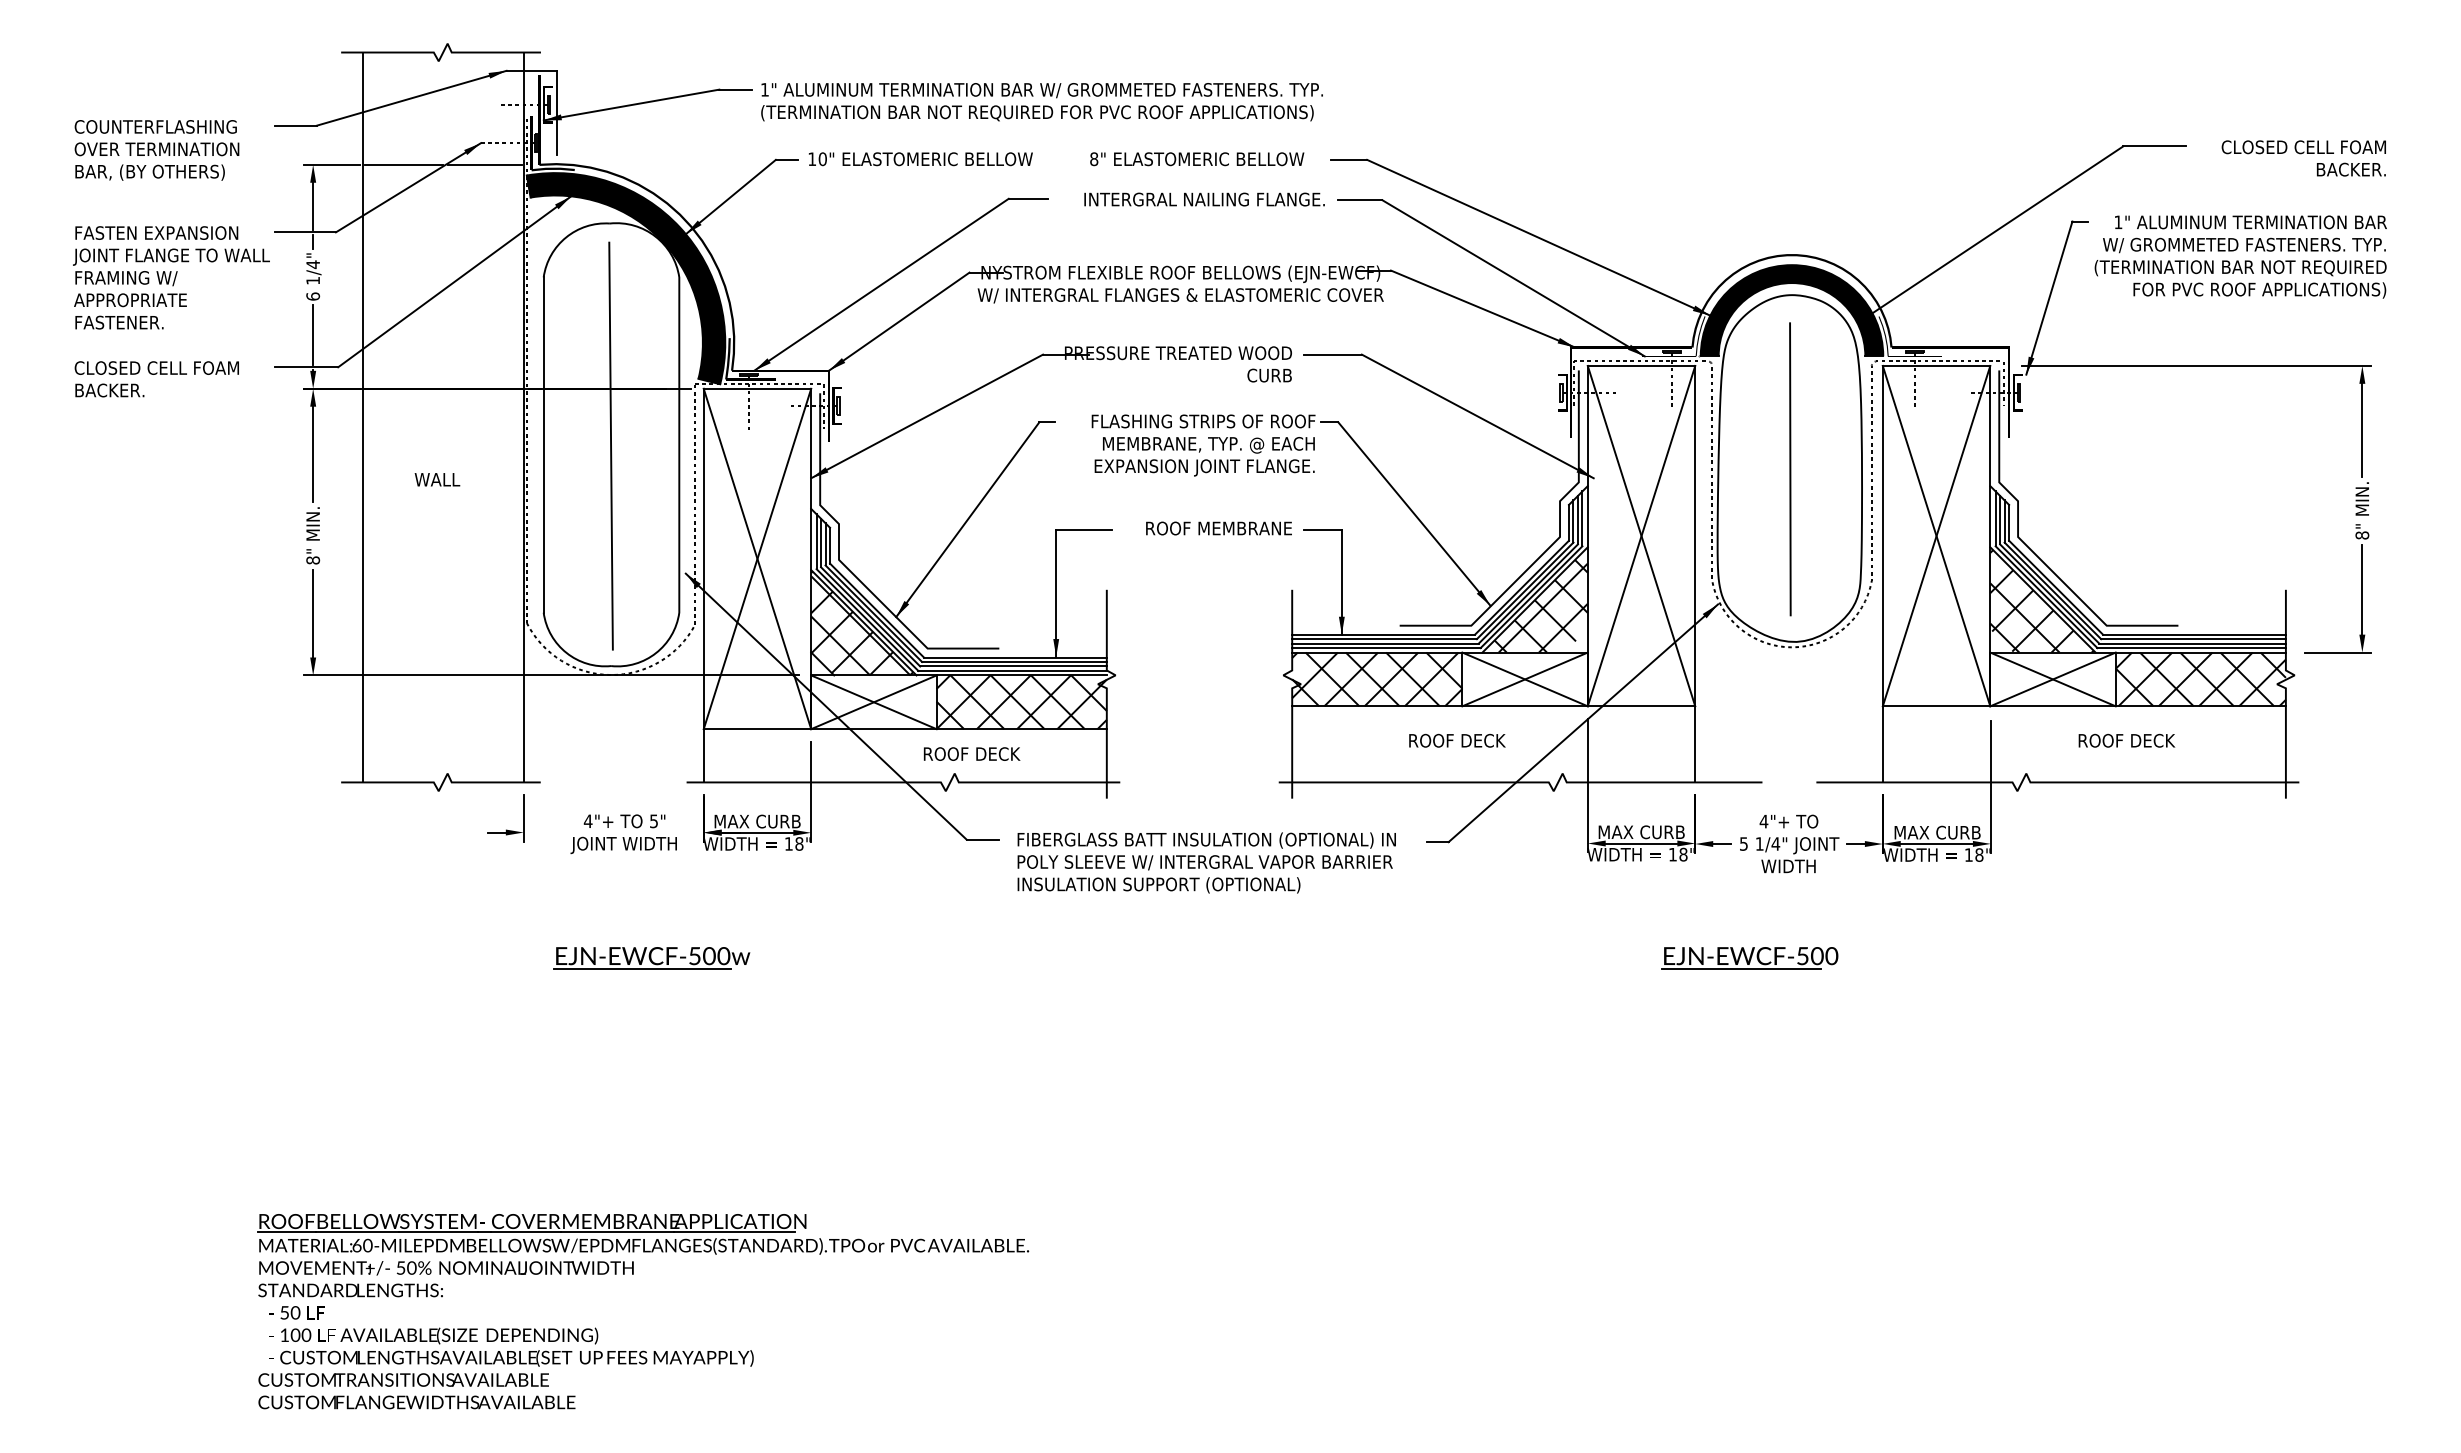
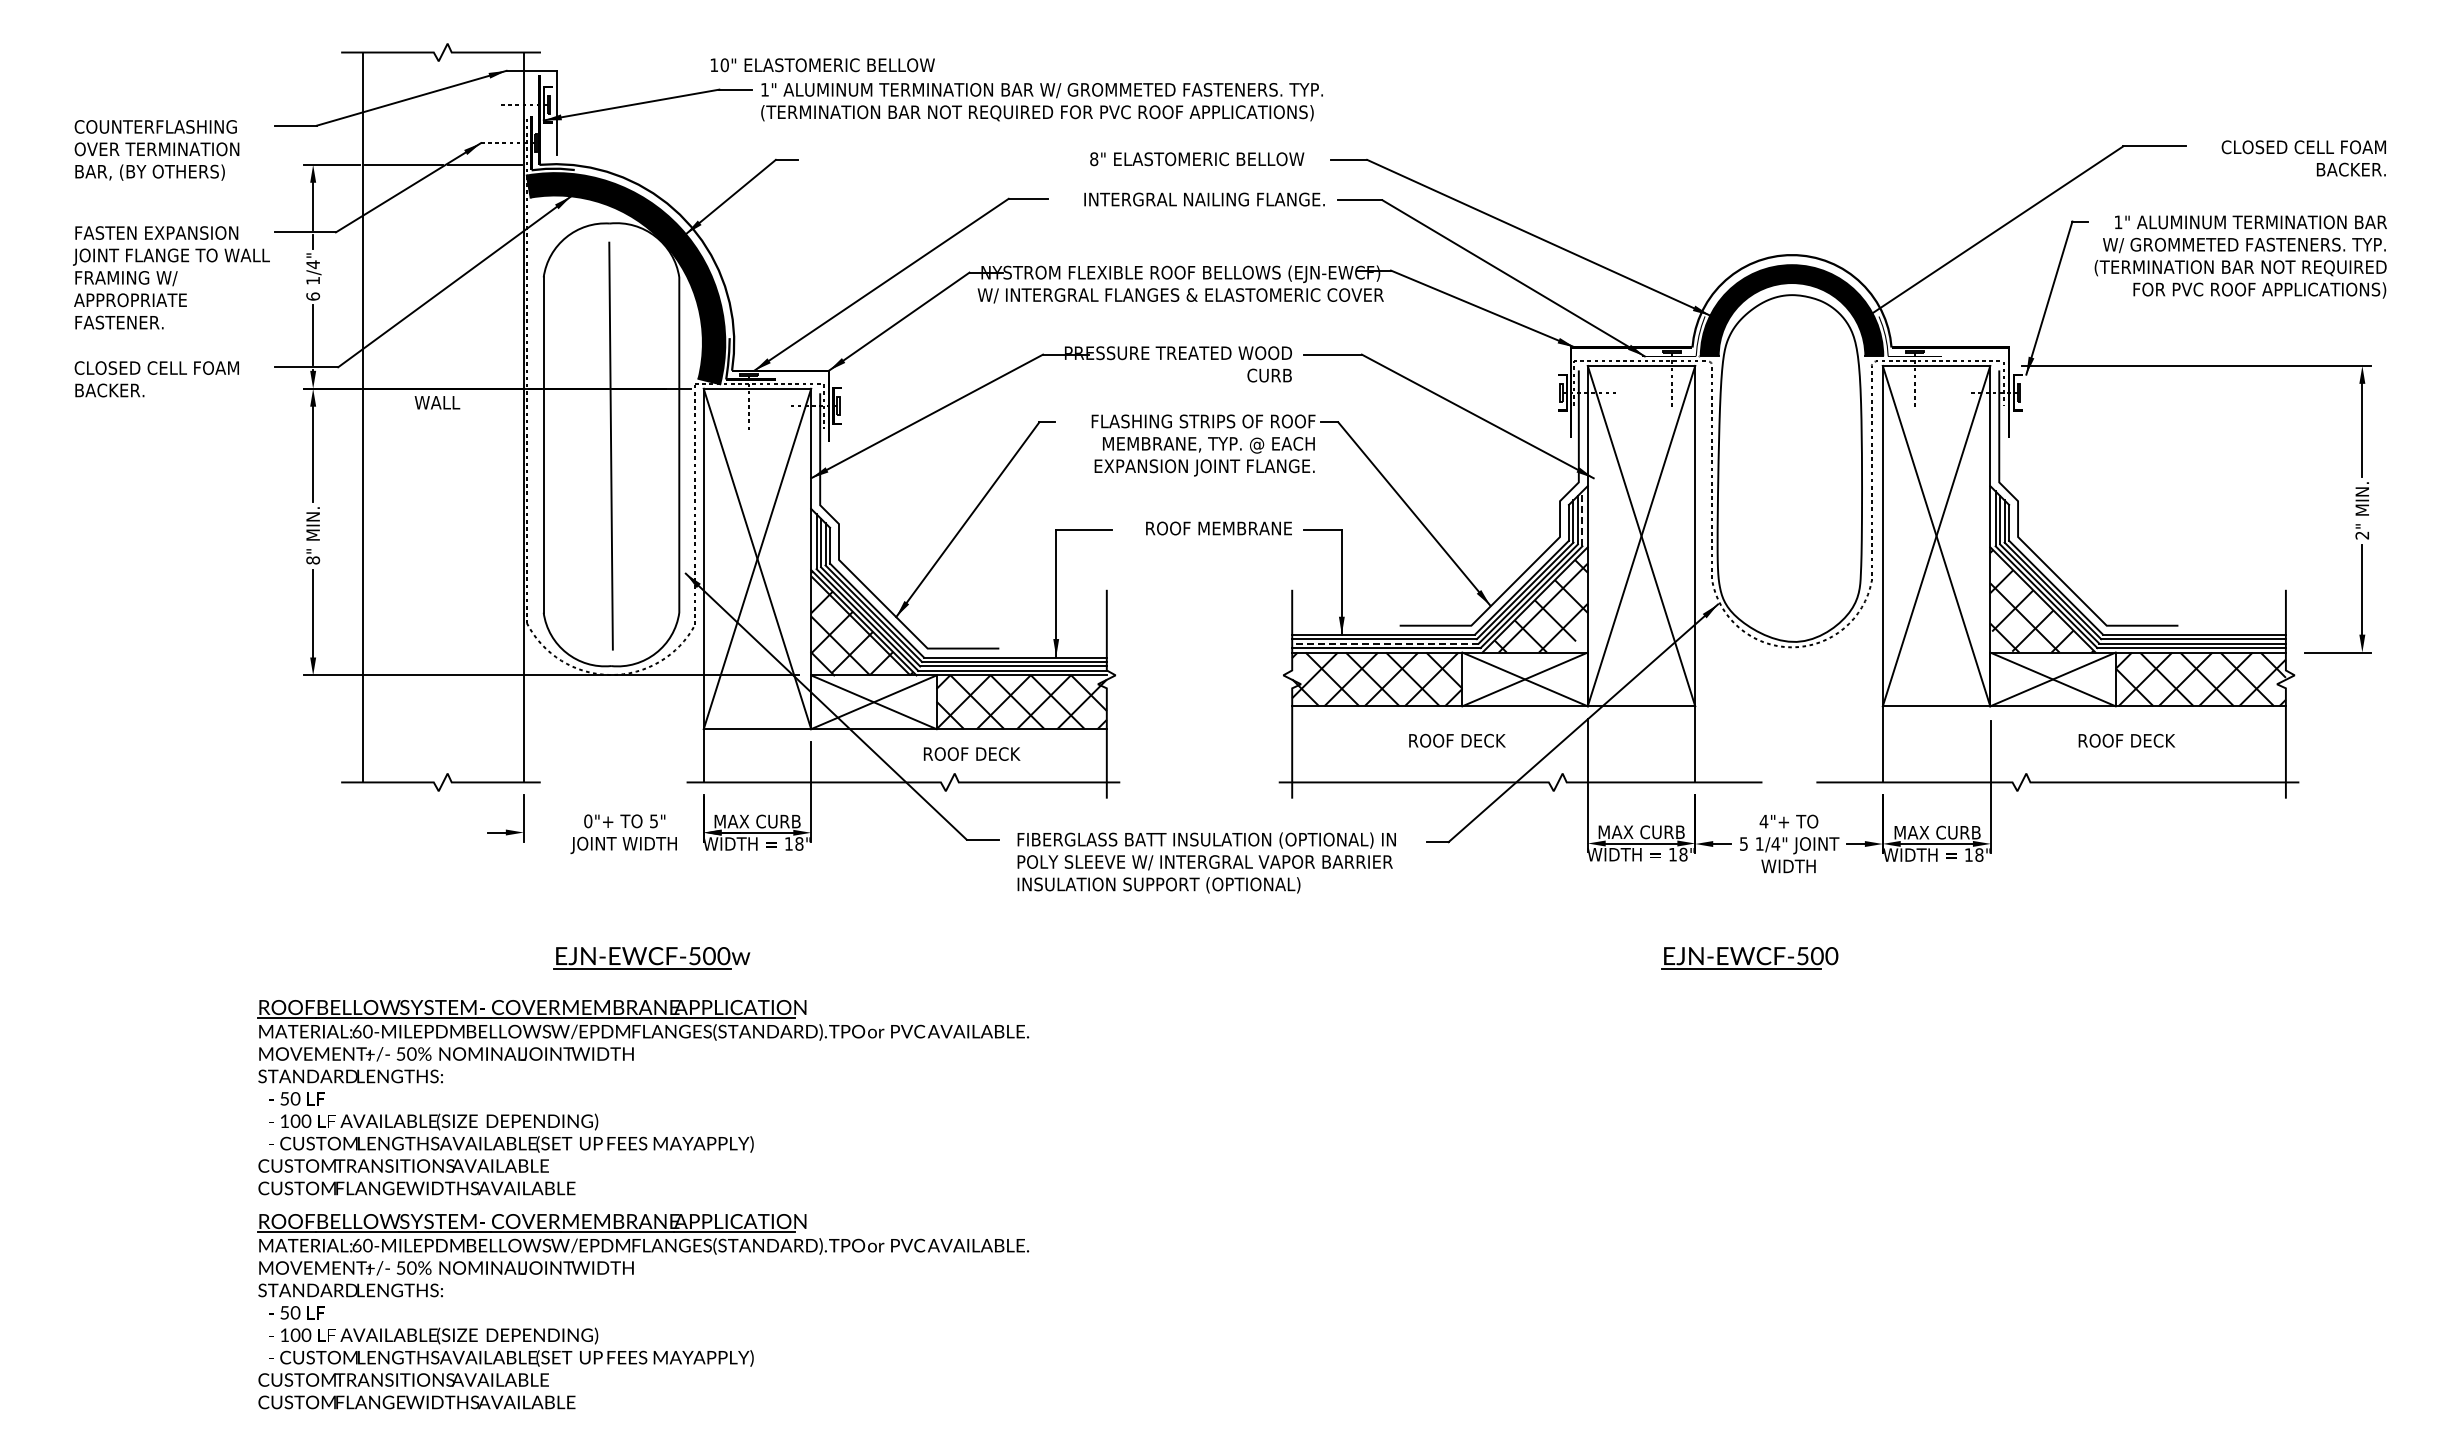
text at (920, 159) position: (920, 159) -> (822, 65)
line at (1790, 469): present -> none
text at (437, 479) position: (437, 479) -> (437, 402)
line at (1582, 518): solid -> dashed
text at (2362, 535): 8" -> 2"
line at (1384, 643): solid -> dashed
text at (587, 821): 4"+ -> 0"+
part at (633, 1060): none -> present
